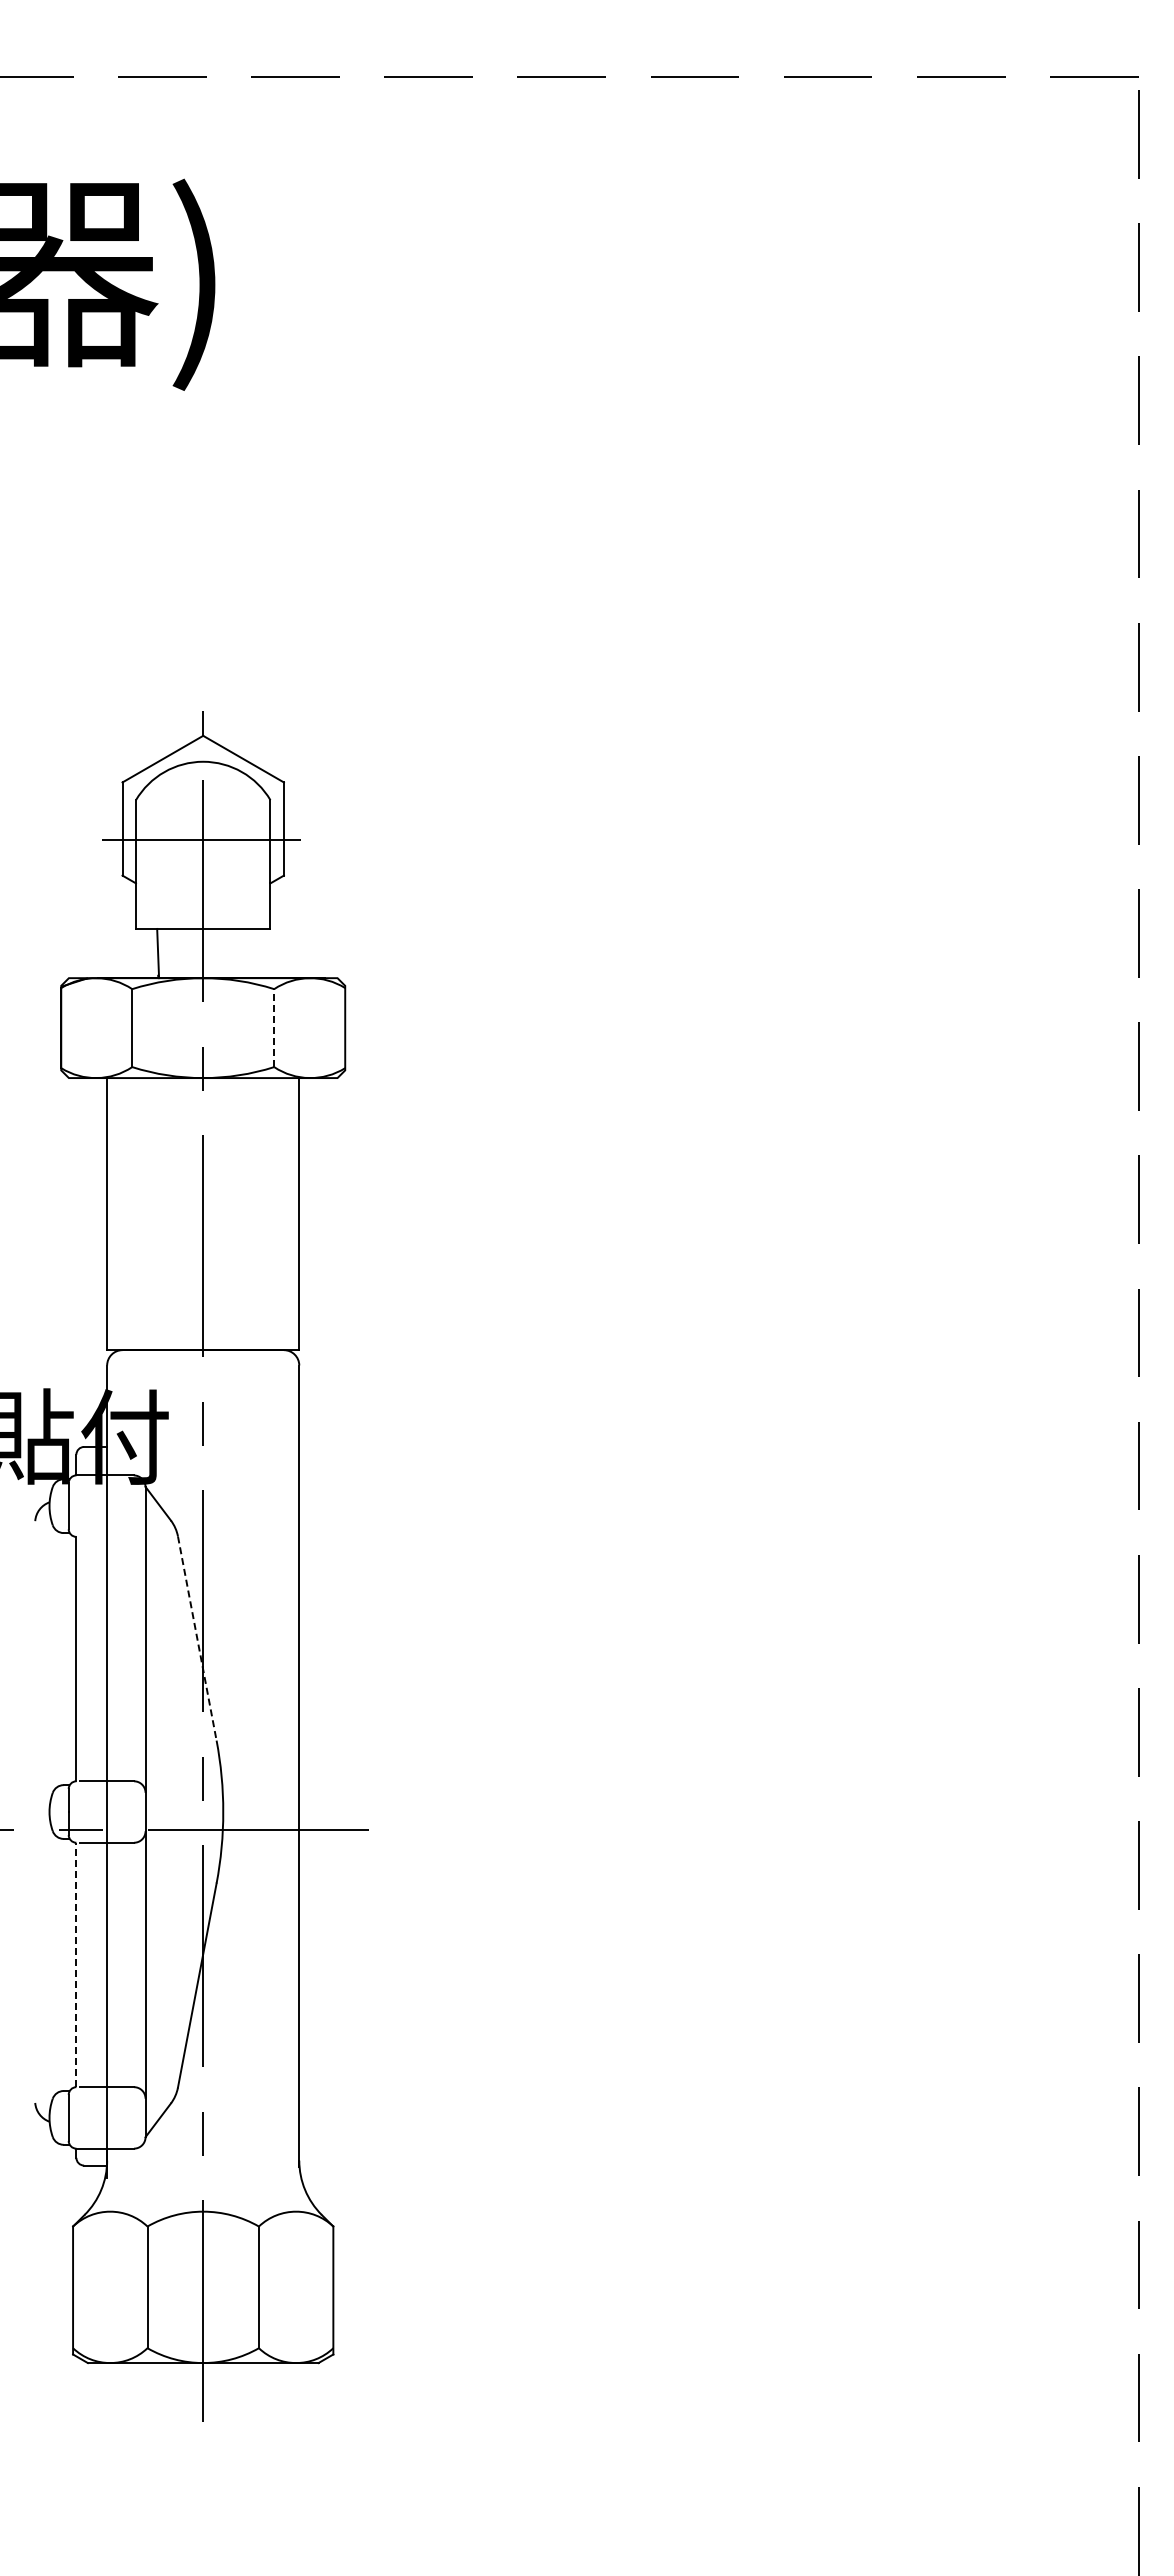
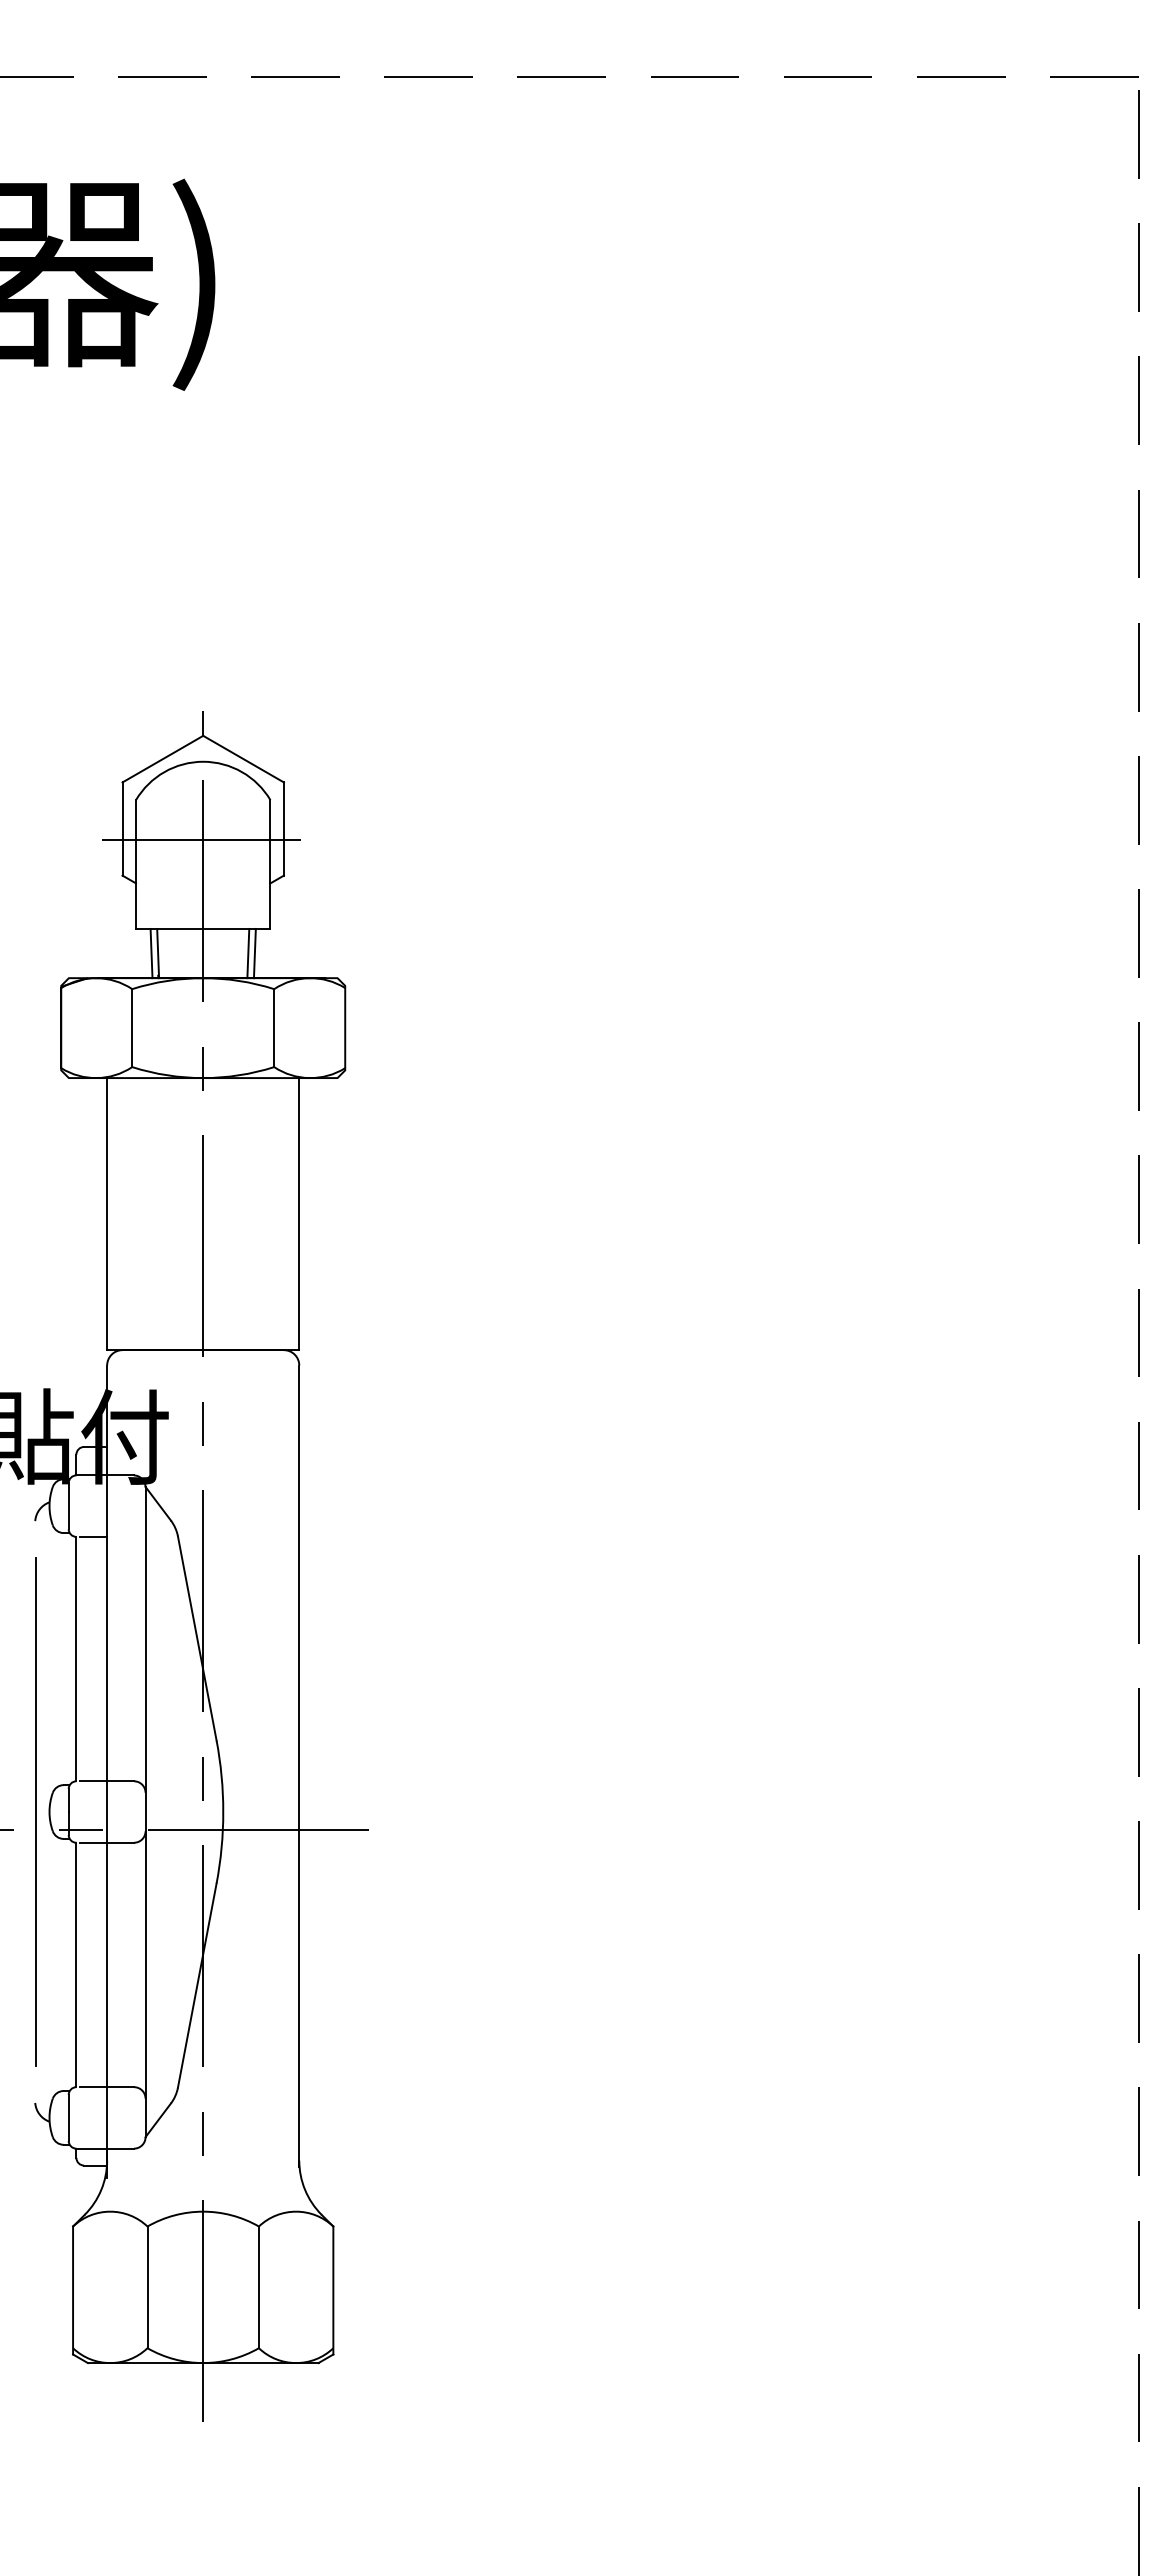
line at (151, 953): none -> present
line at (248, 953): none -> present
line at (254, 953): none -> present
line at (274, 1028): dashed -> solid
line at (93, 1536): none -> present
line at (197, 1638): dashed -> solid
line at (35, 1811): none -> present
line at (76, 1964): dashed -> solid
